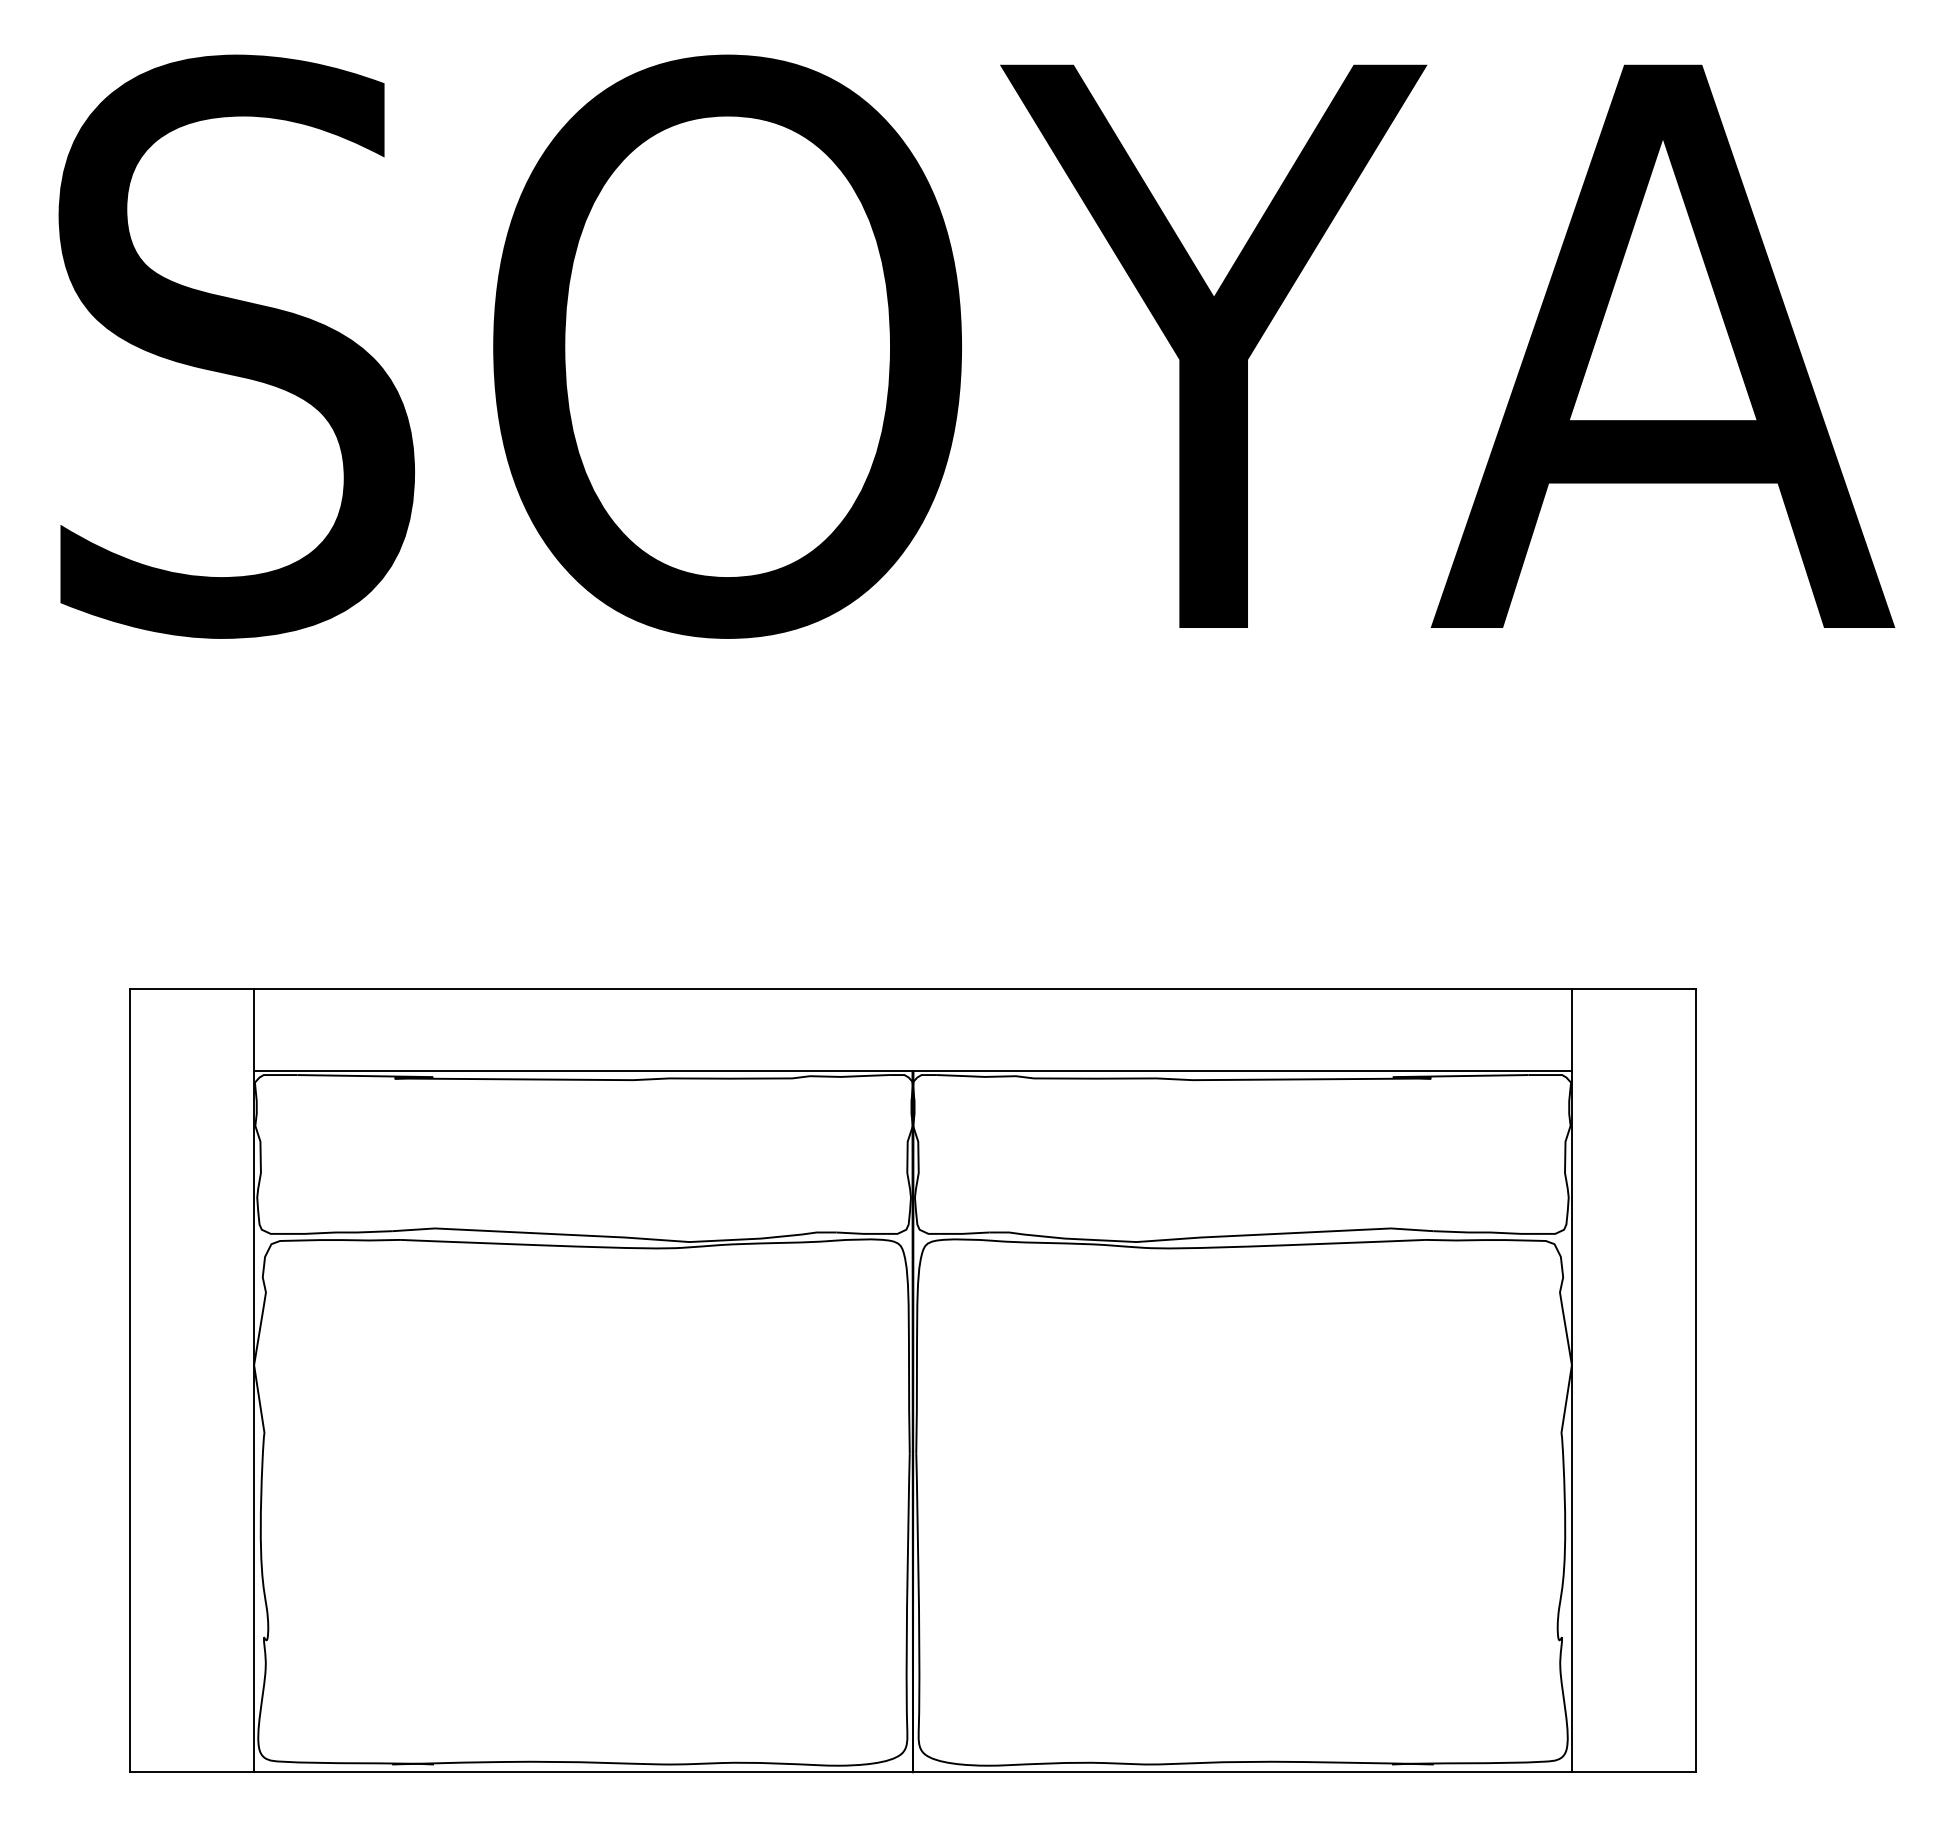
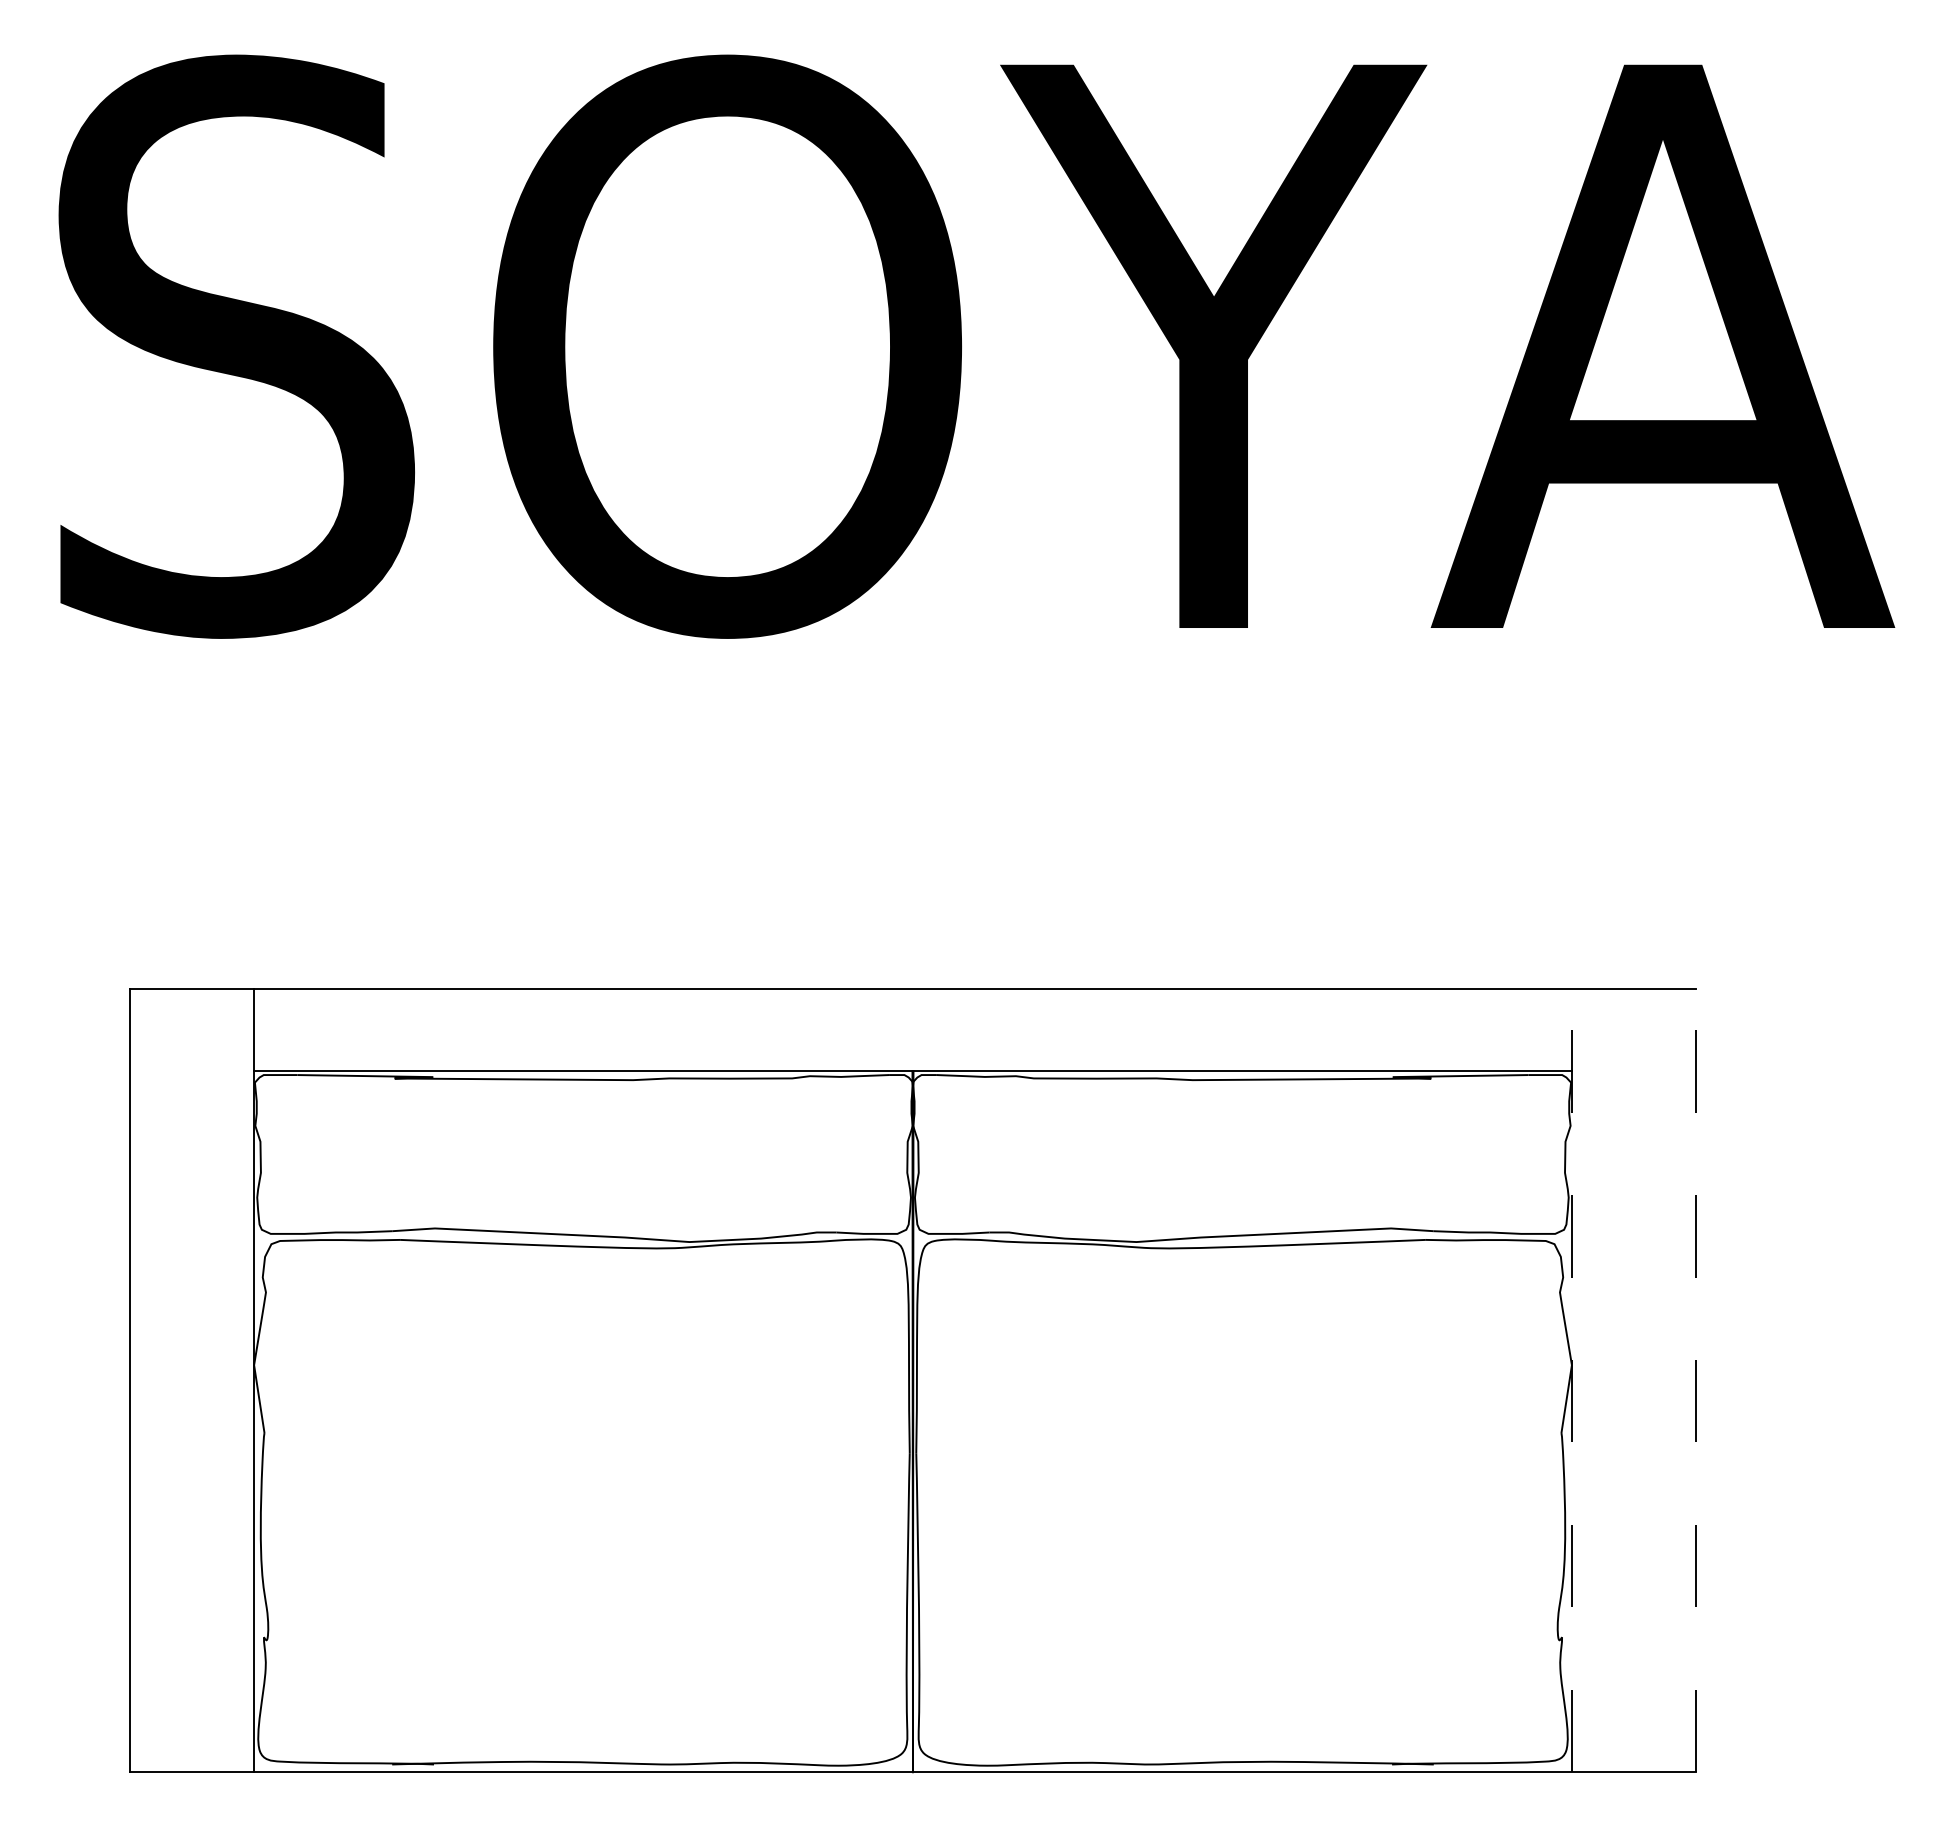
line at (1572, 1380): solid -> dashed
line at (1696, 1380): solid -> dashed
